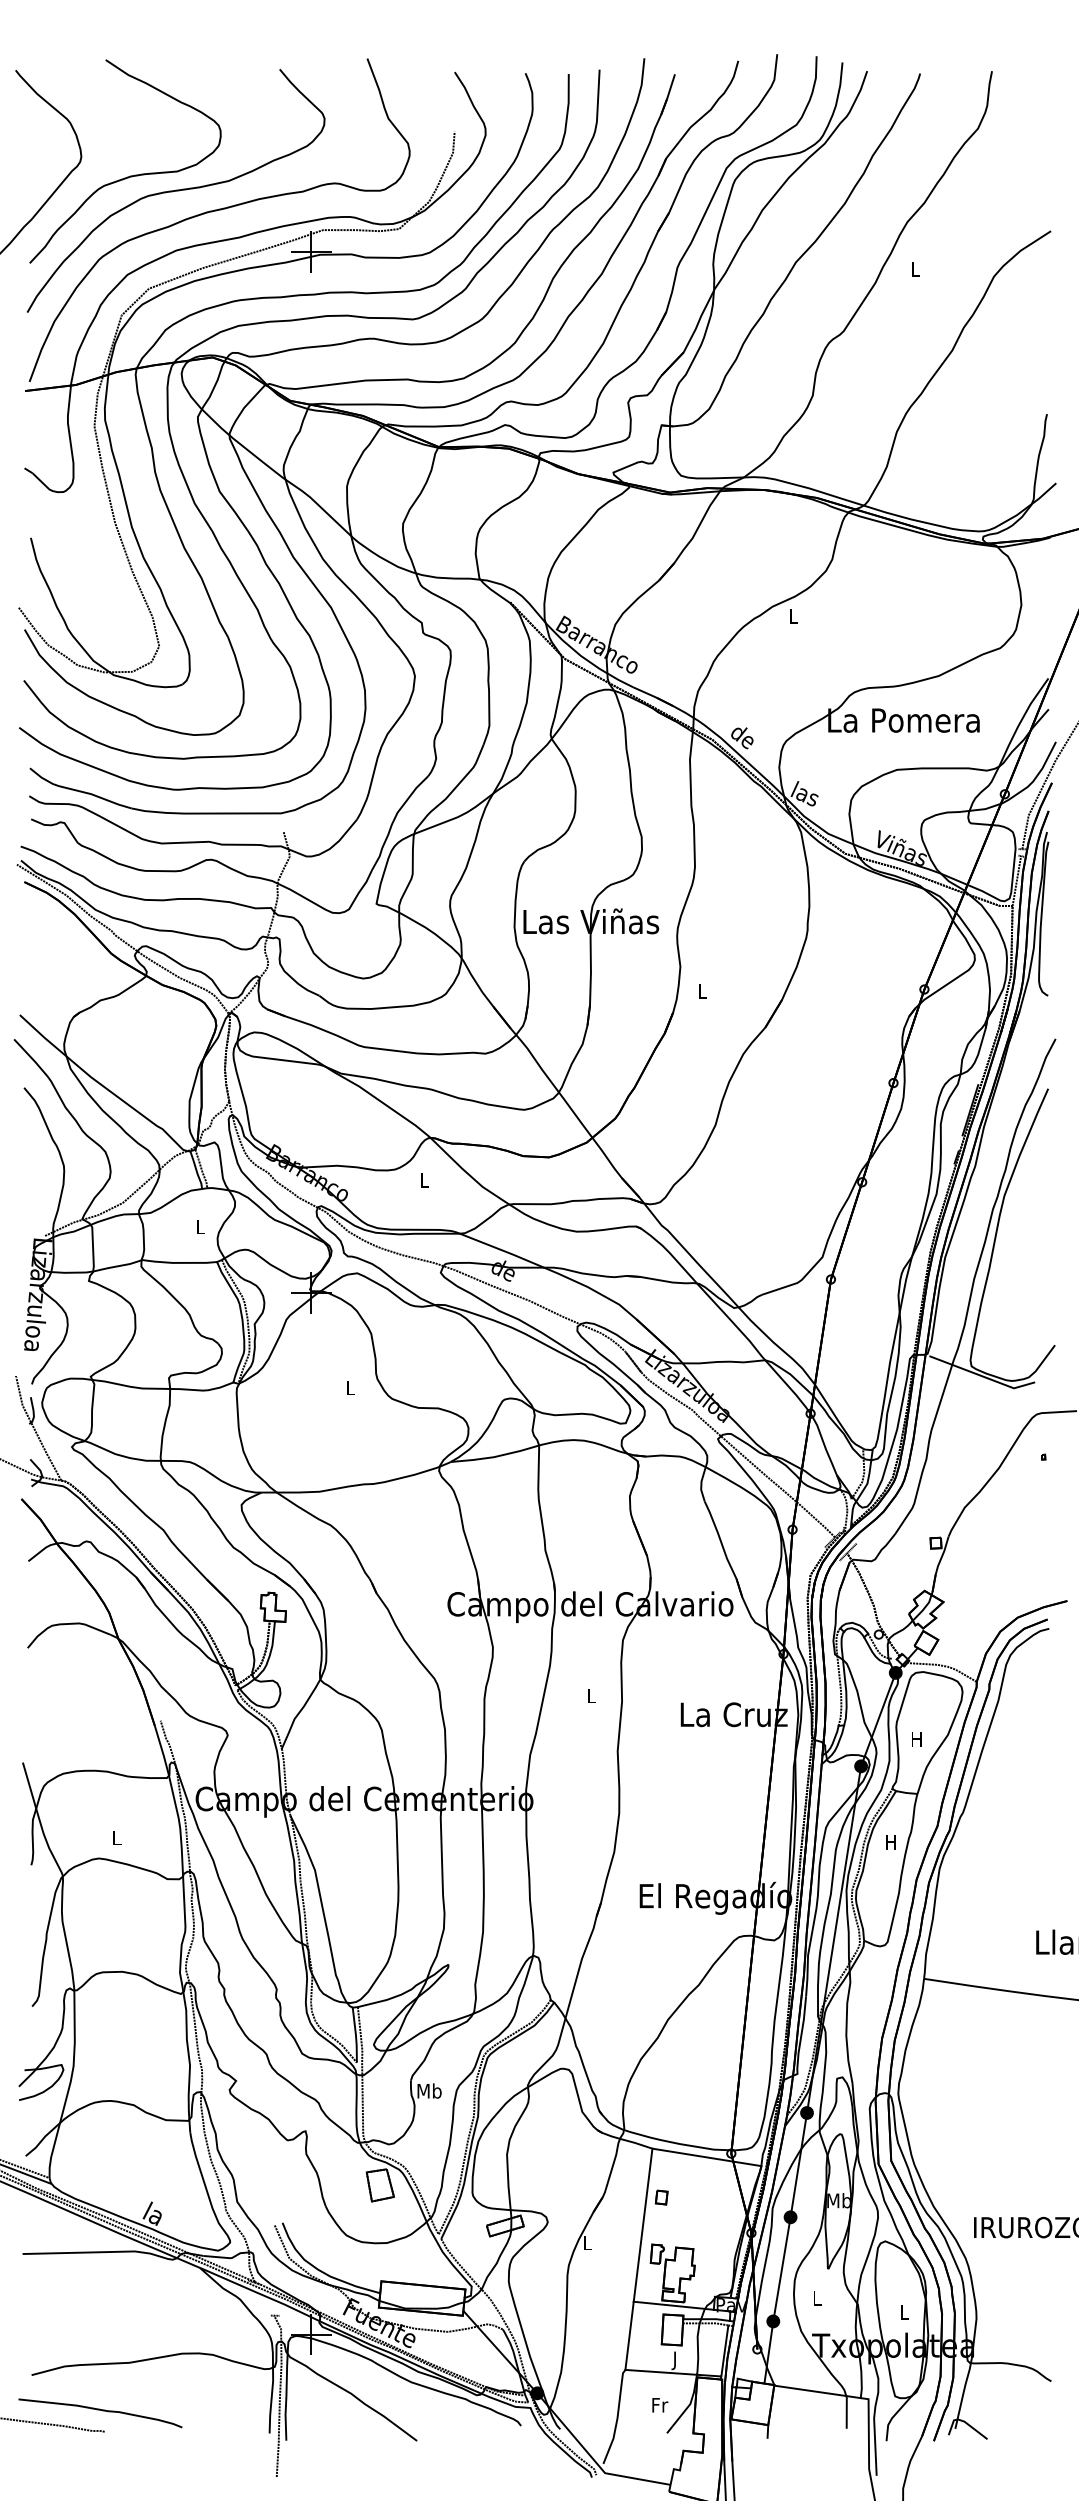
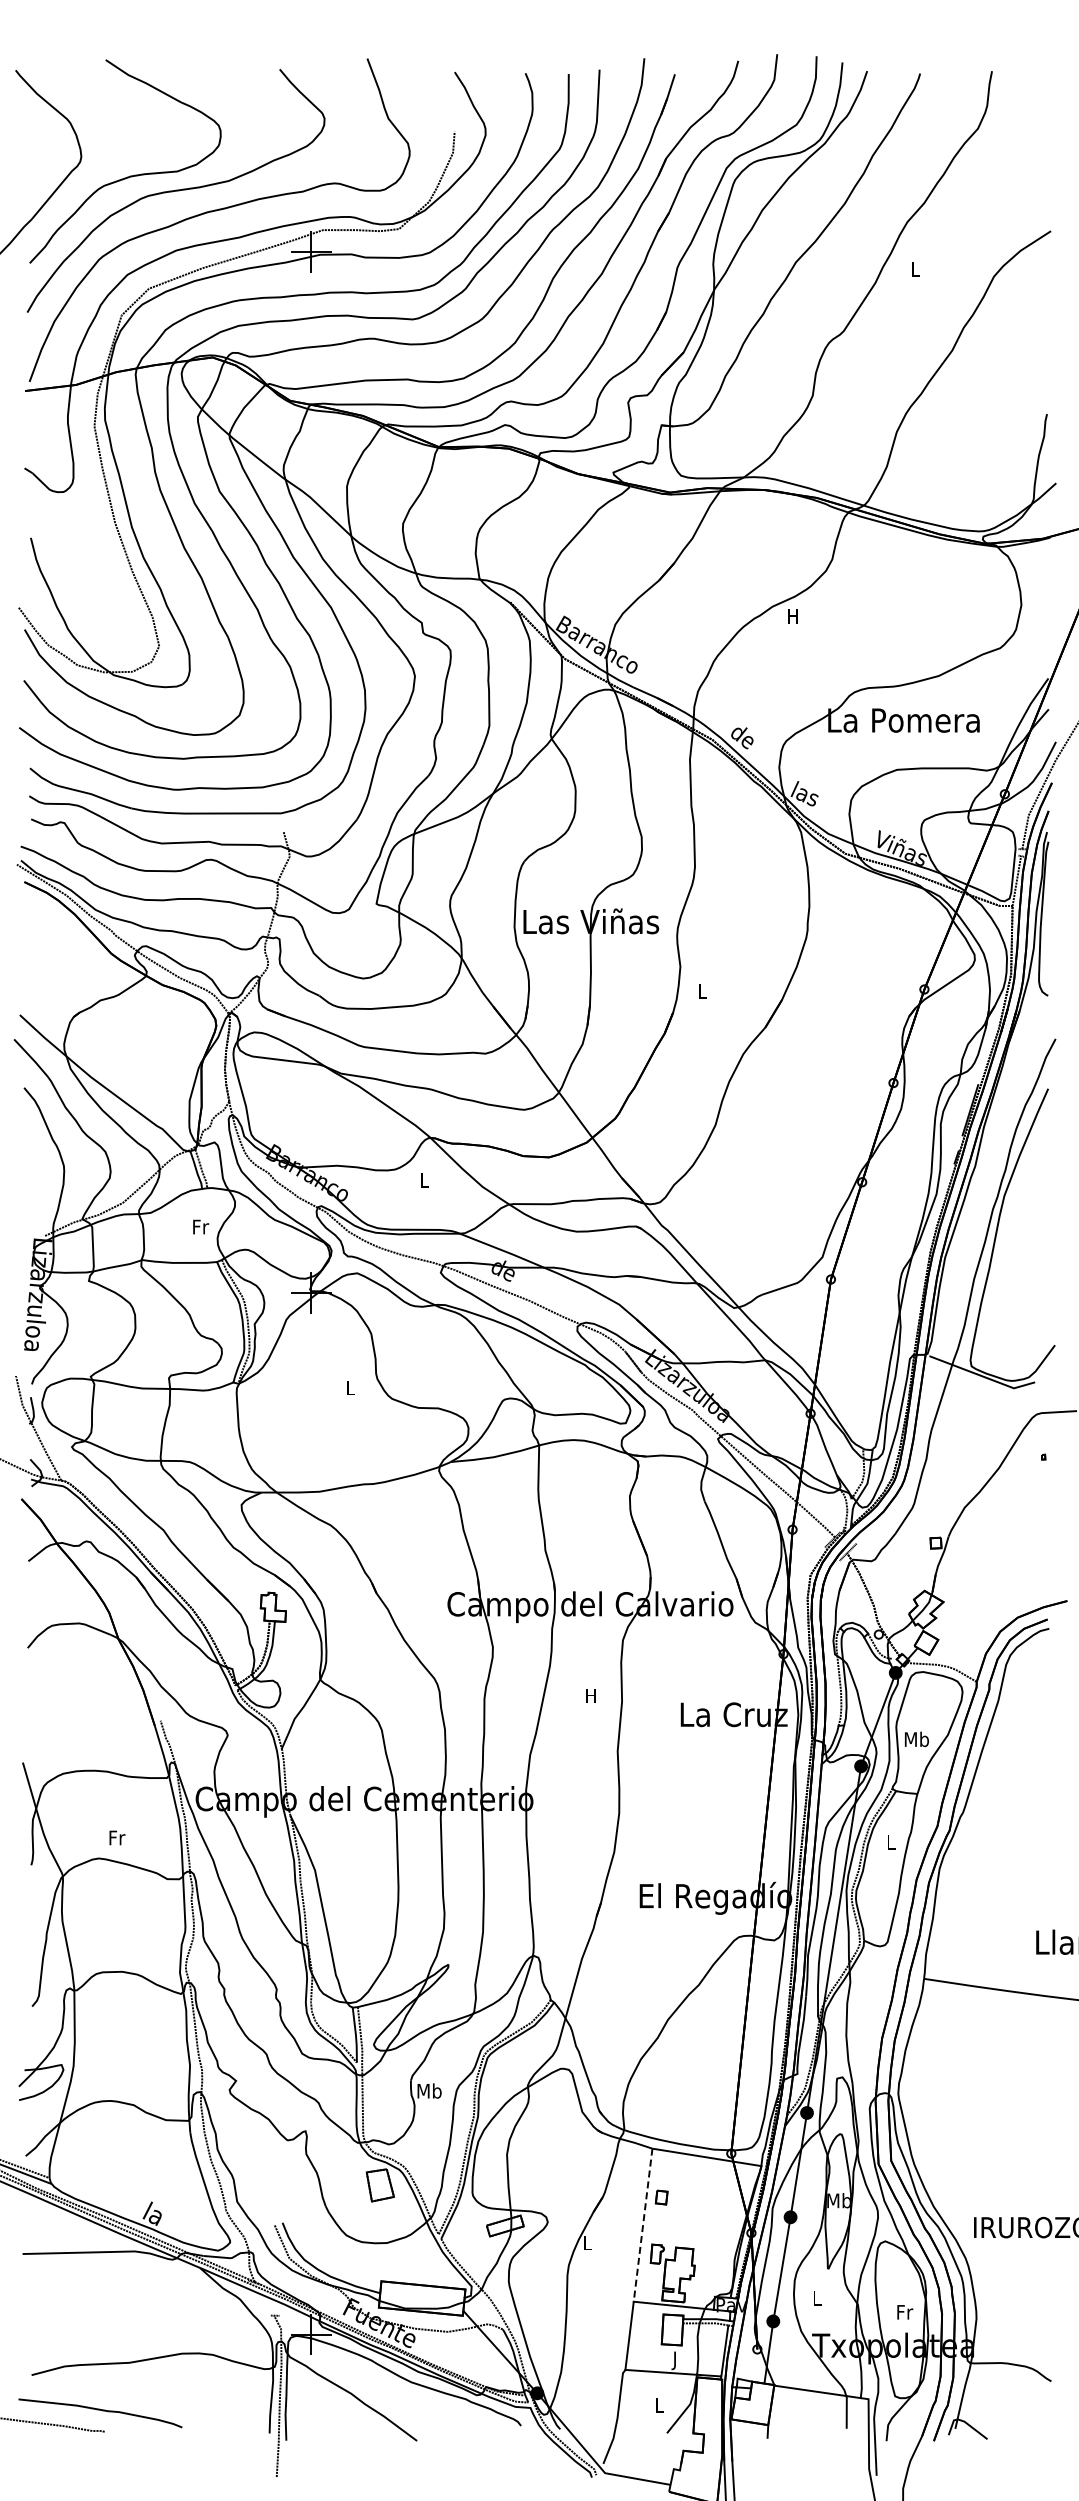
text at (792, 616): L -> H
text at (201, 1226): L -> Fr
text at (590, 1695): L -> H
text at (916, 1739): H -> Mb
text at (117, 1837): L -> Fr
text at (890, 1842): H -> L
line at (643, 2225): solid -> dashed
text at (905, 2312): L -> Fr
text at (660, 2405): Fr -> L
